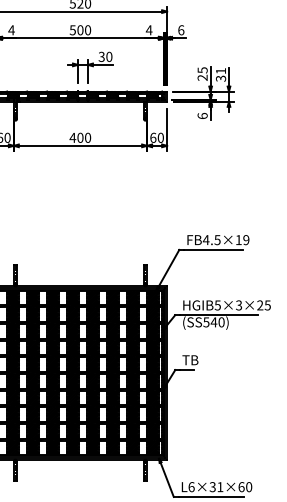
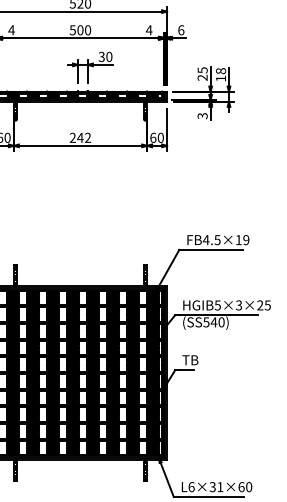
text at (221, 74): 31 -> 18
text at (202, 115): 6 -> 3
text at (80, 137): 400 -> 242
